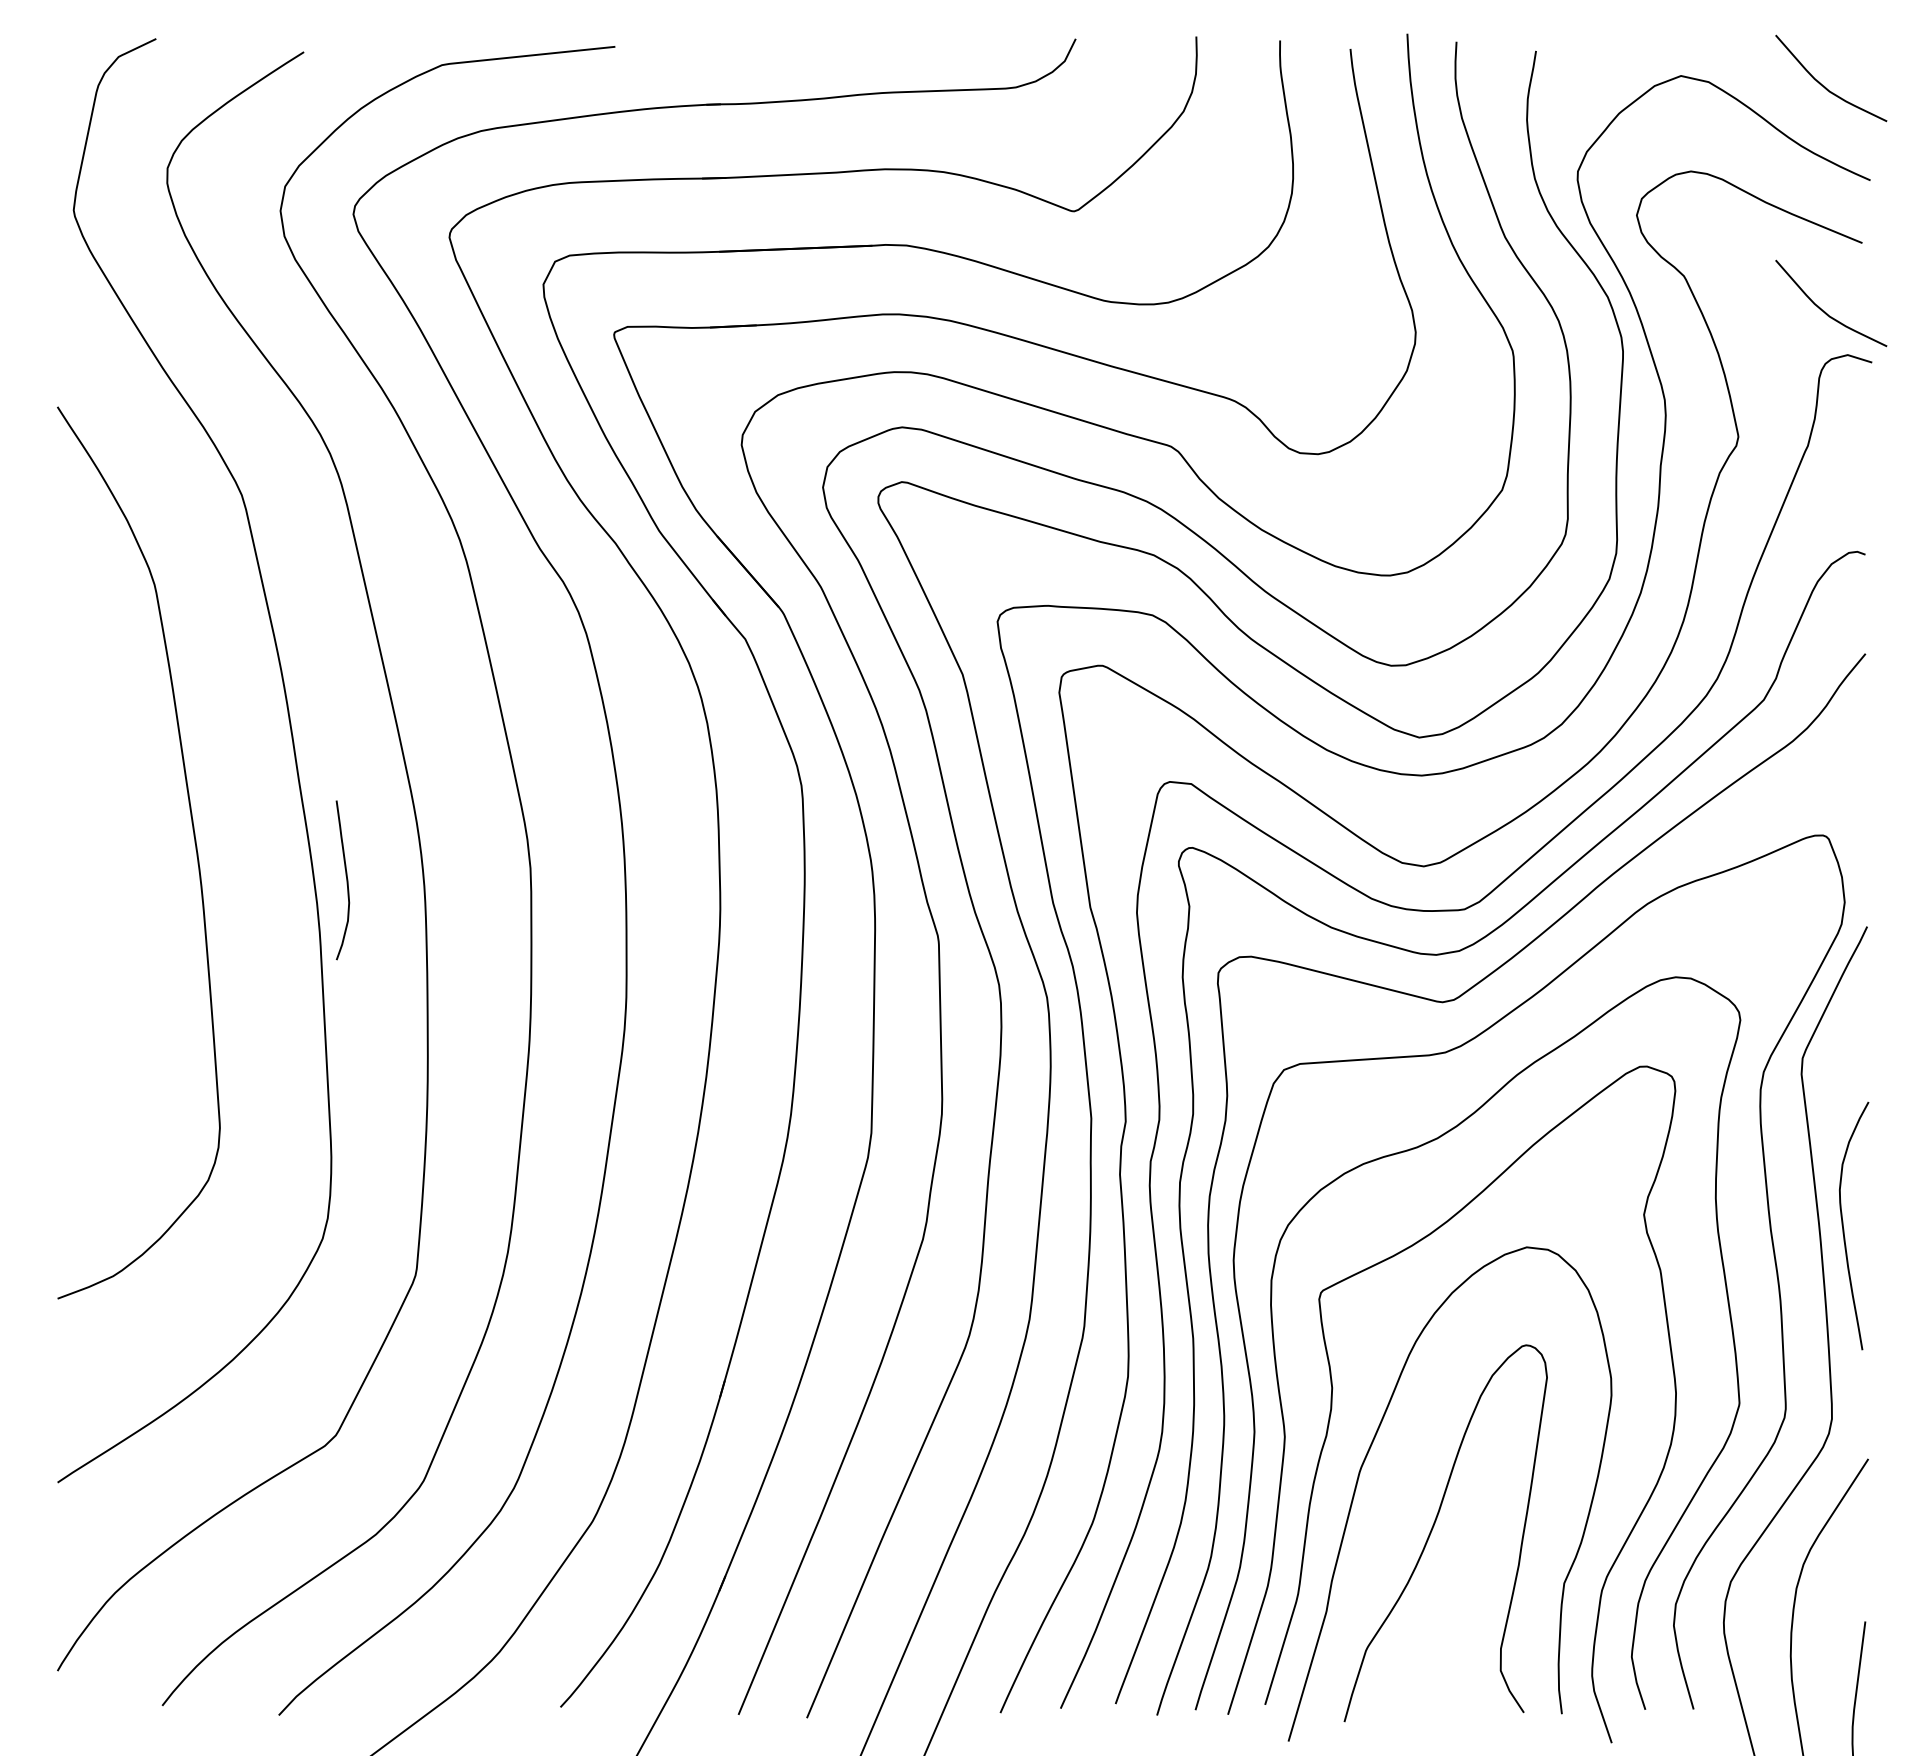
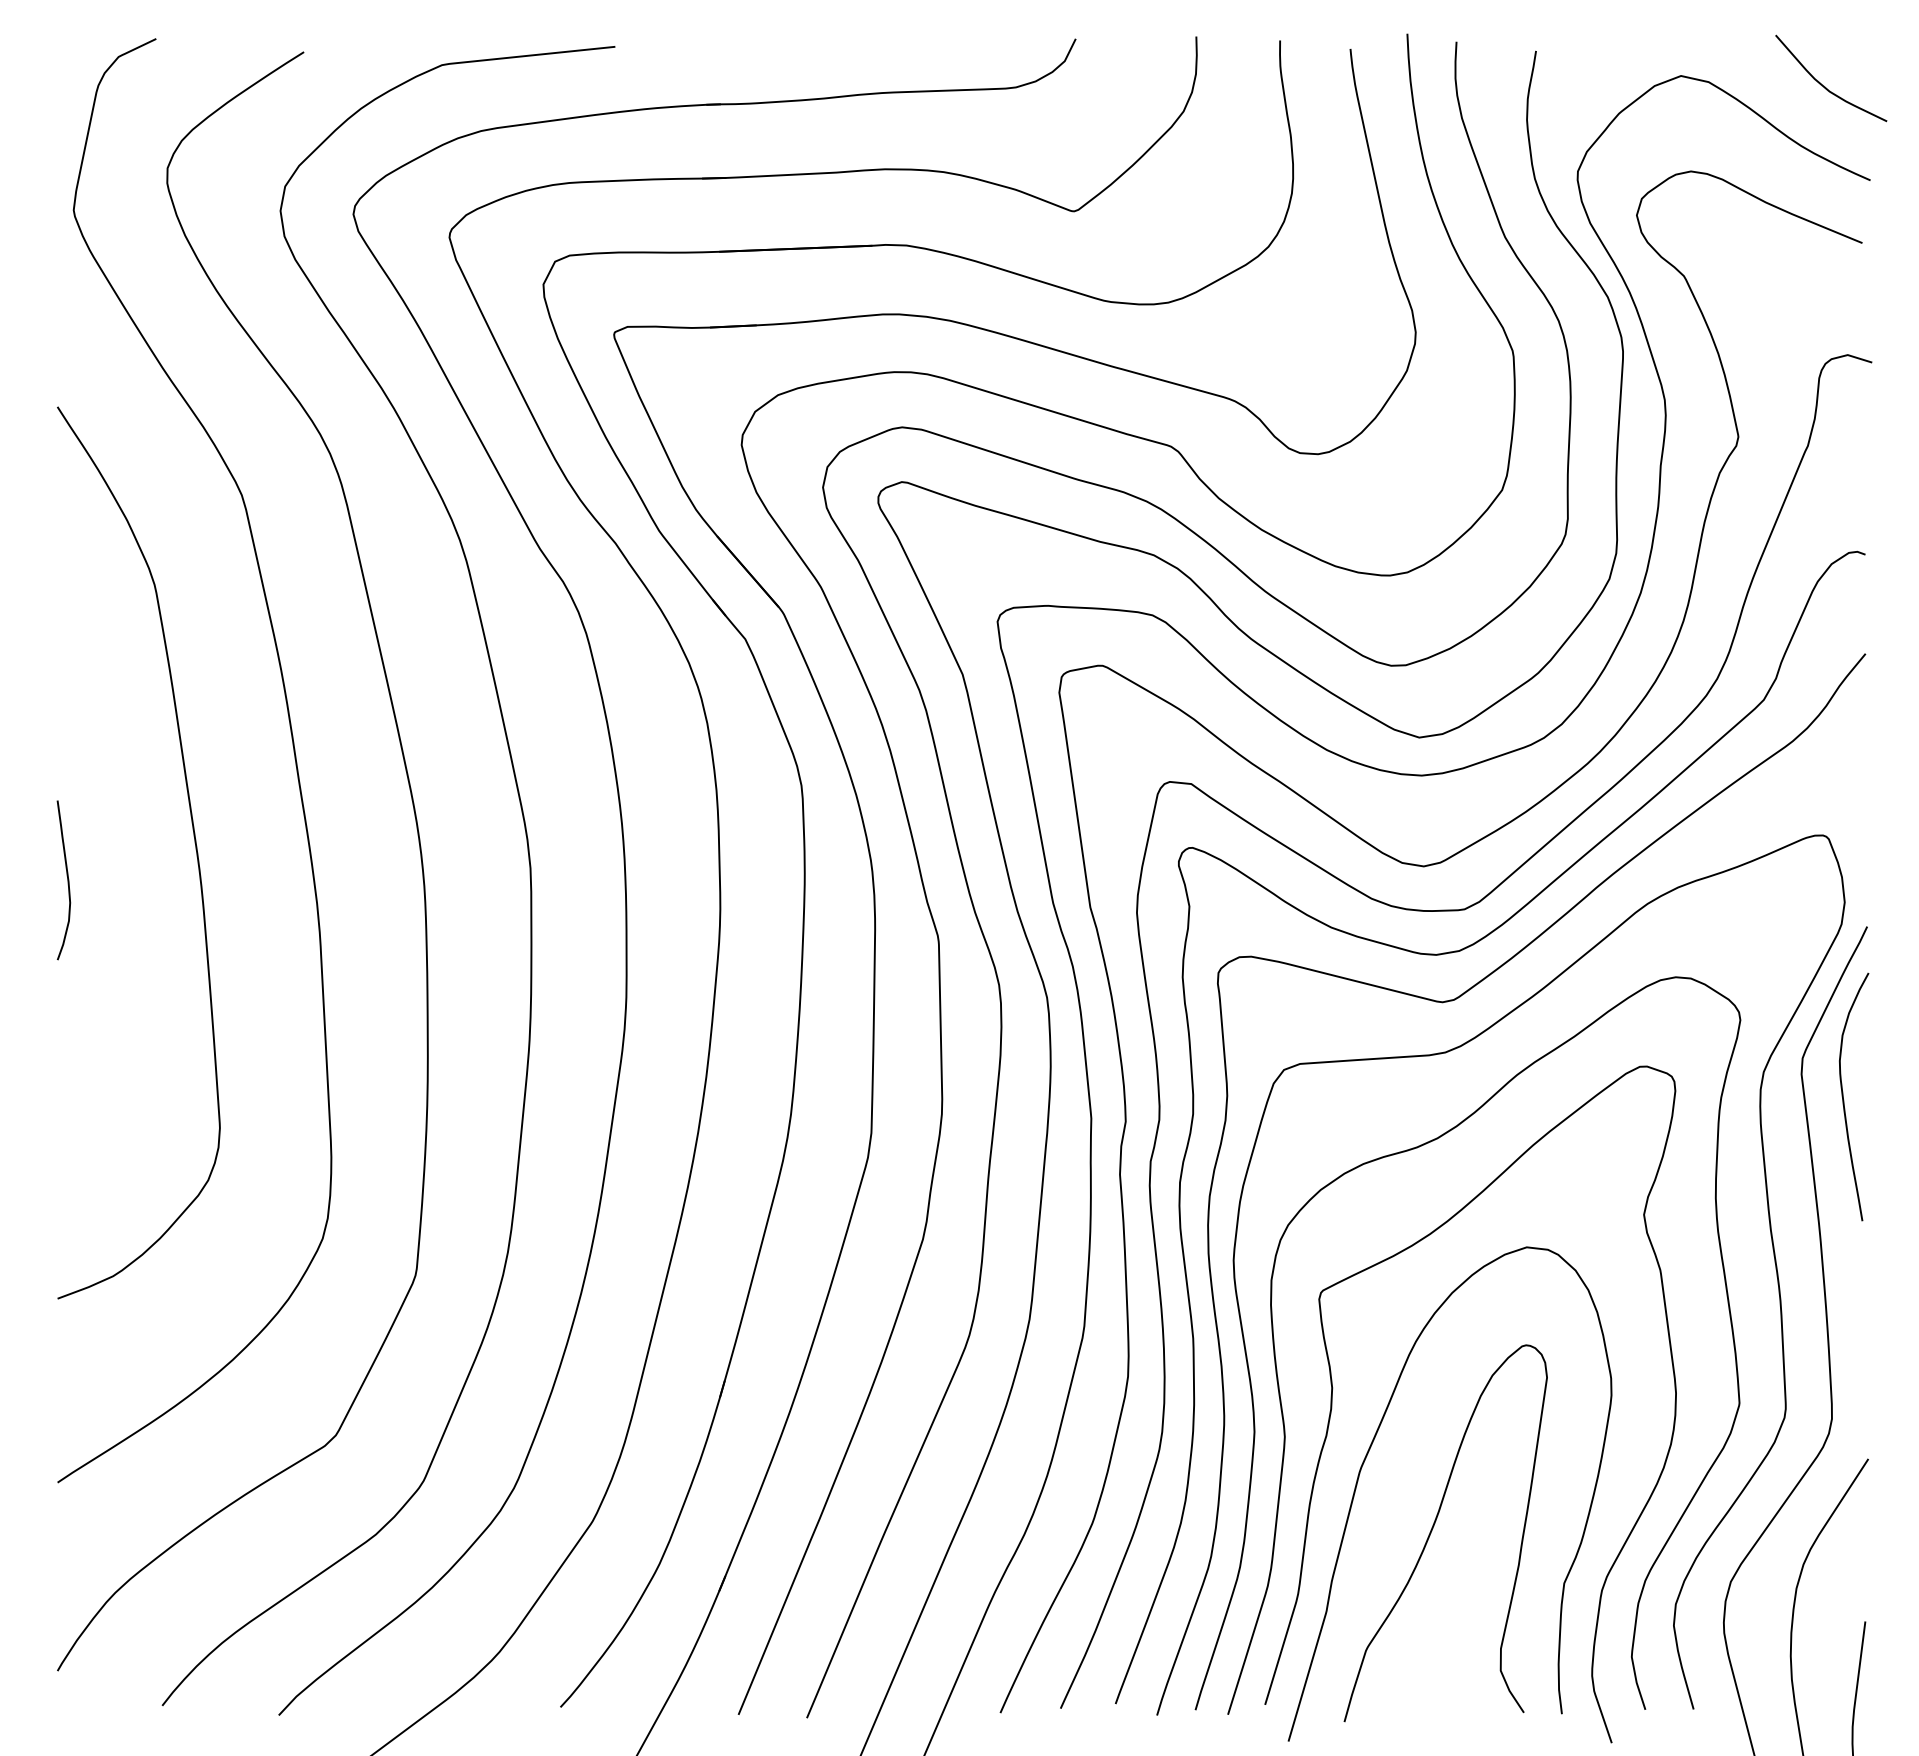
curve at (1825, 311): present -> none
curve at (346, 880) position: (346, 880) -> (67, 880)
curve at (1844, 1229) position: (1844, 1229) -> (1844, 1100)
